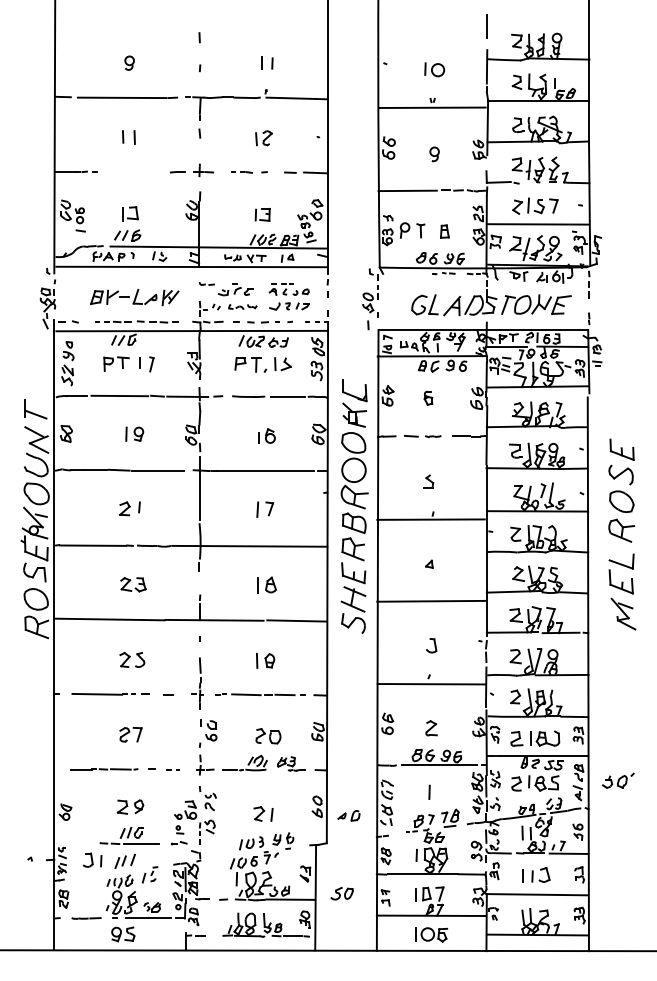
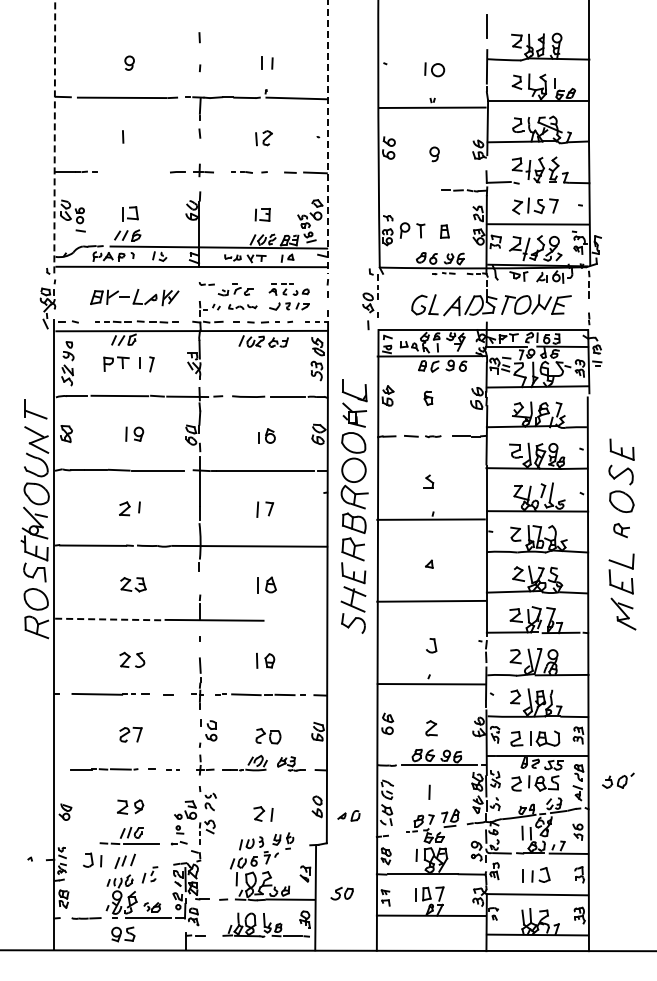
line at (54, 136): solid -> dashed
line at (134, 137): present -> none
line at (328, 137): solid -> dashed
line at (407, 190): present -> none
part at (262, 364): present -> none
part at (621, 530) size: 27x25 px -> 17x16 px
line at (109, 619): solid -> dashed
line at (296, 620): present -> none
part at (431, 934): present -> none
